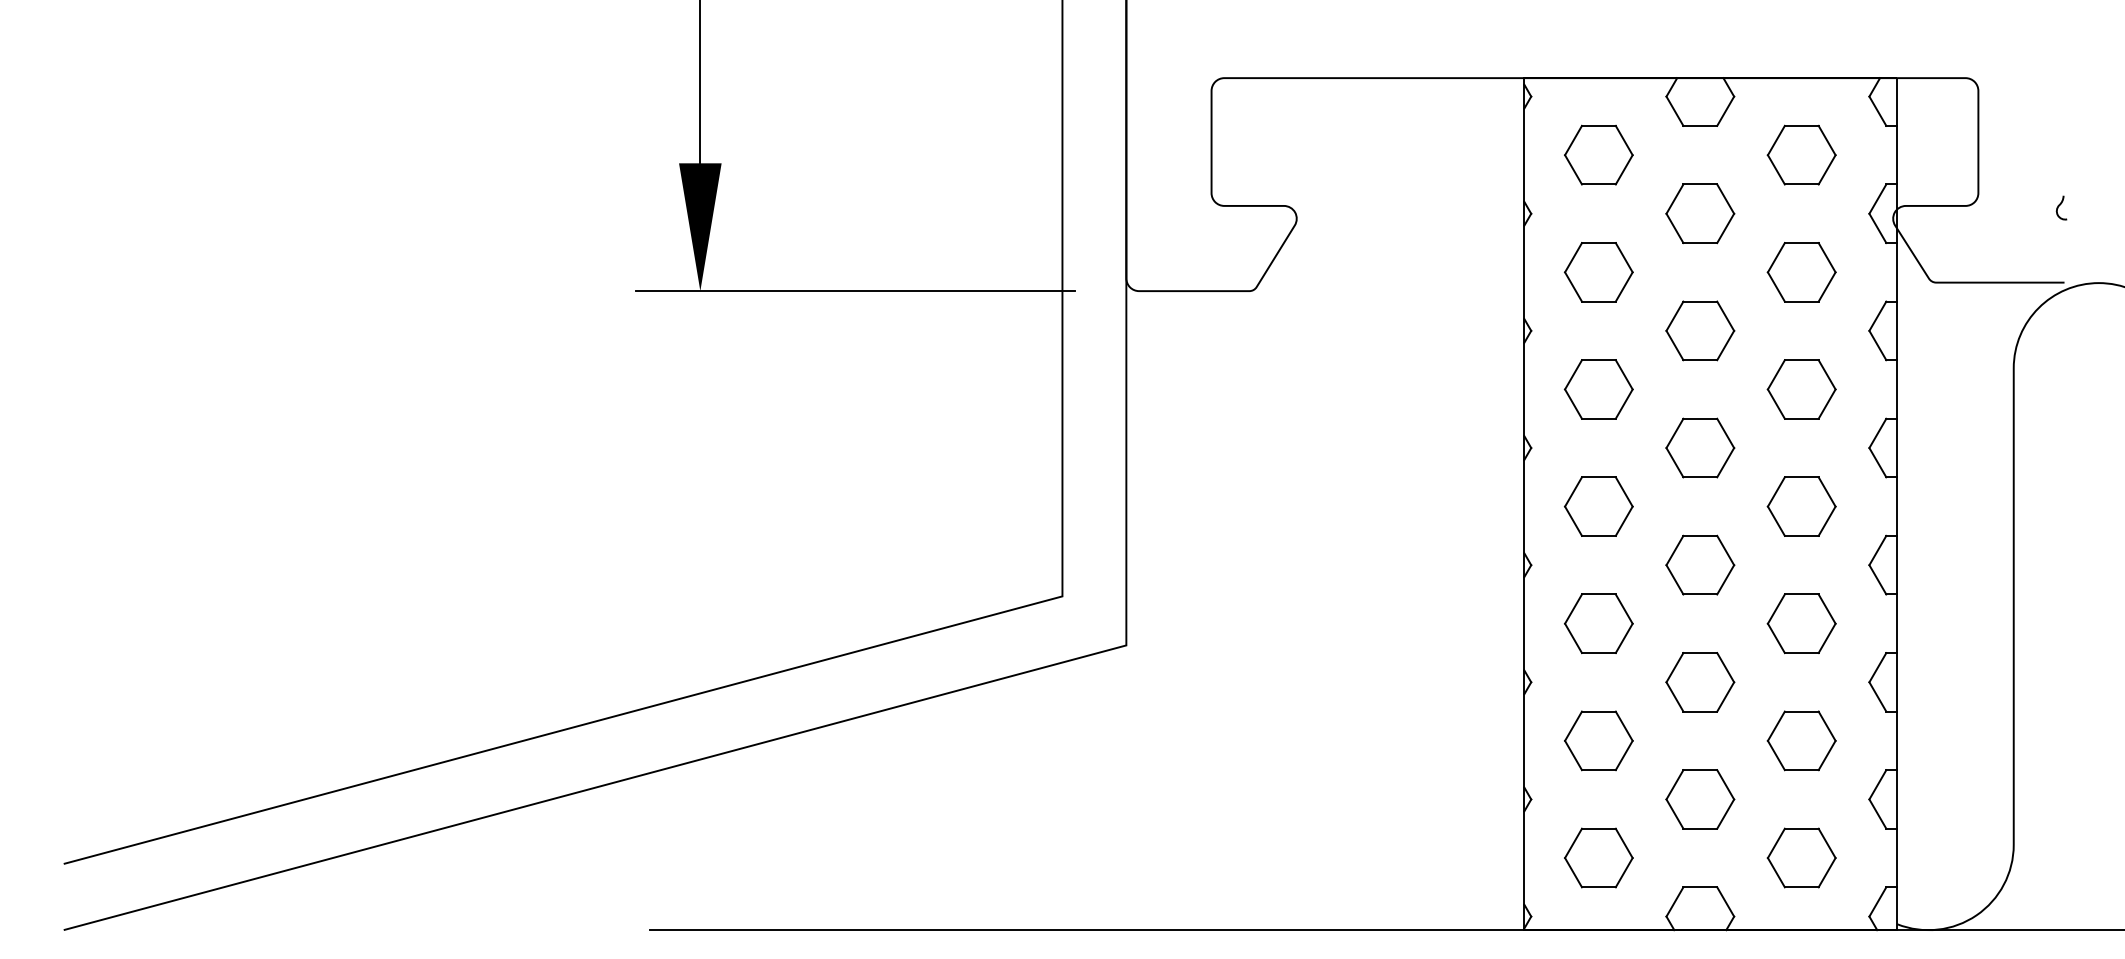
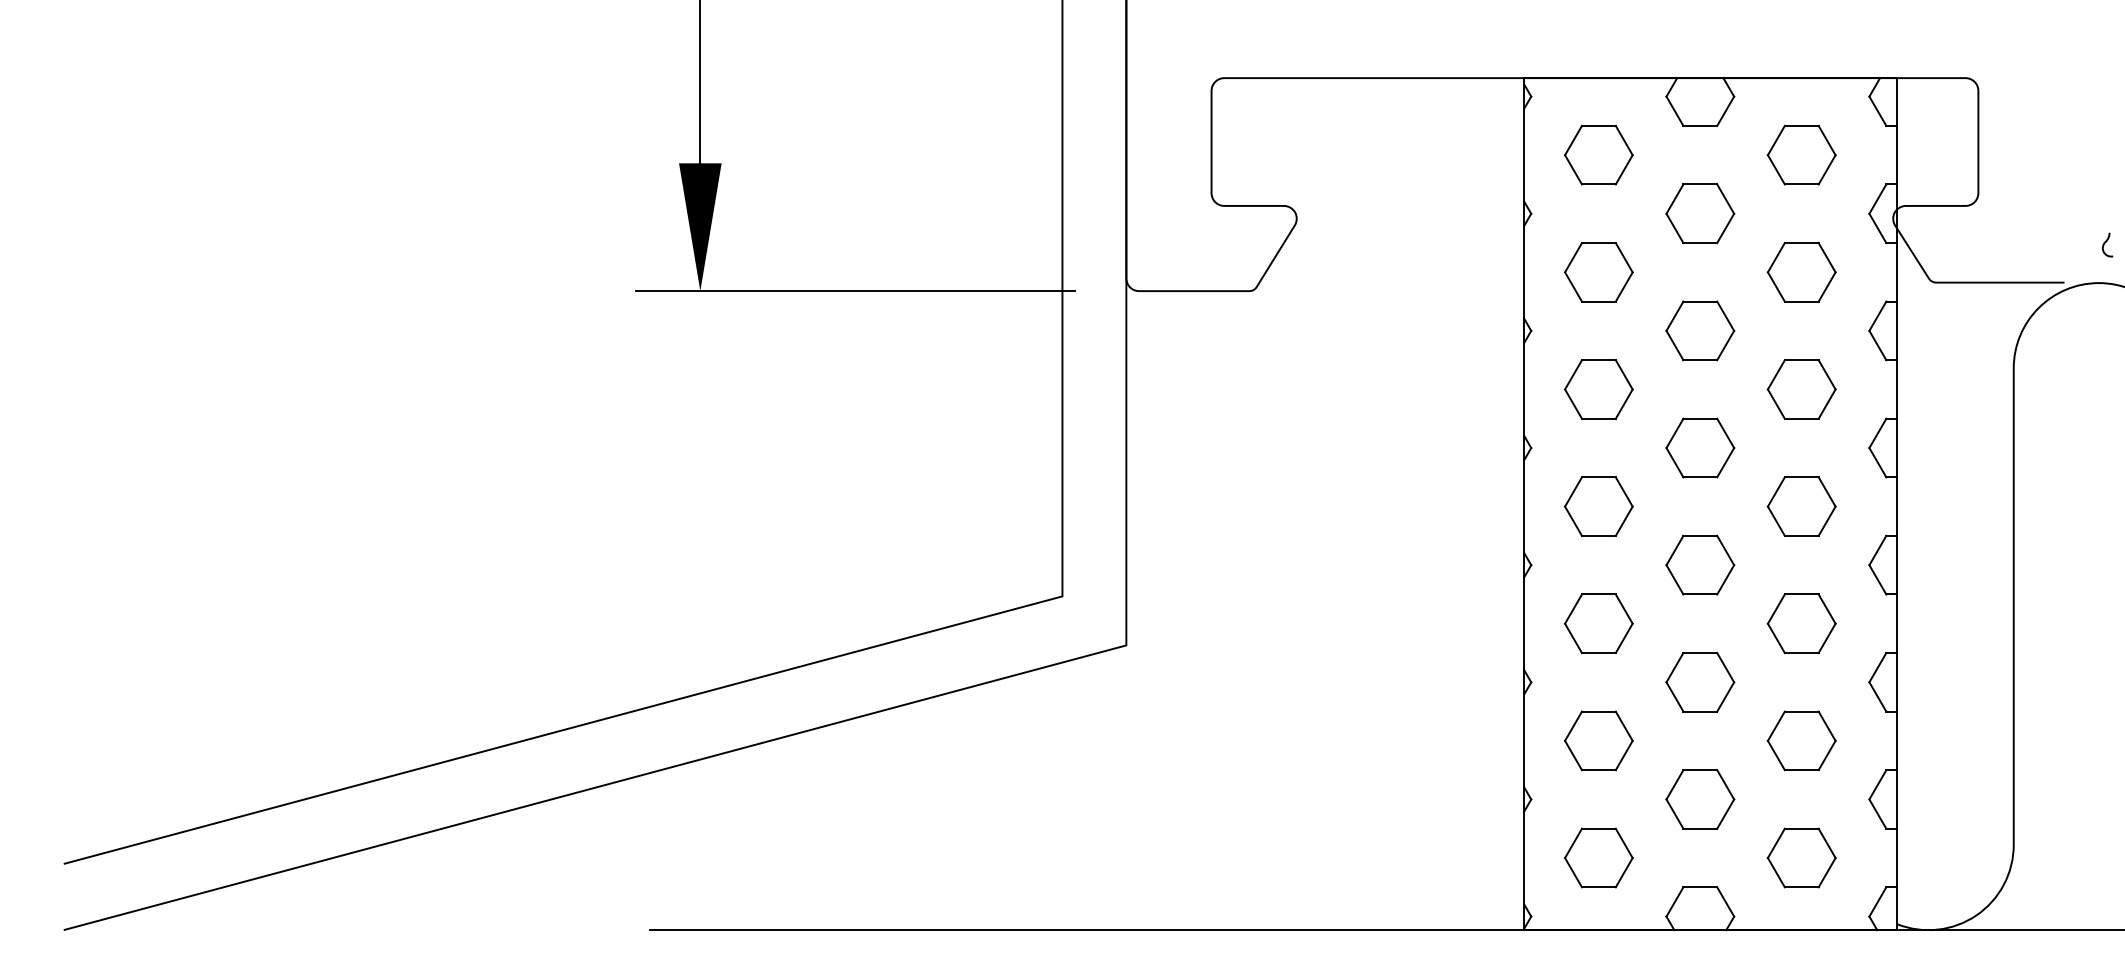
curve at (2060, 205) position: (2060, 205) -> (2106, 242)
